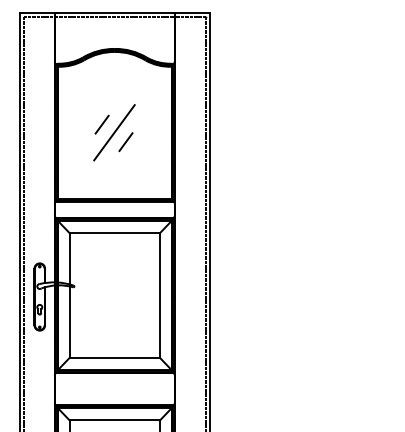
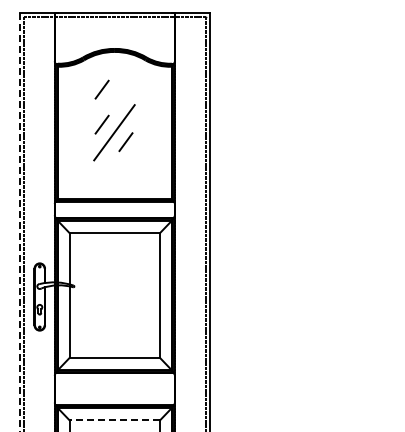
line at (101, 89): none -> present
line at (19, 222): solid -> dashed
line at (114, 420): solid -> dashed
